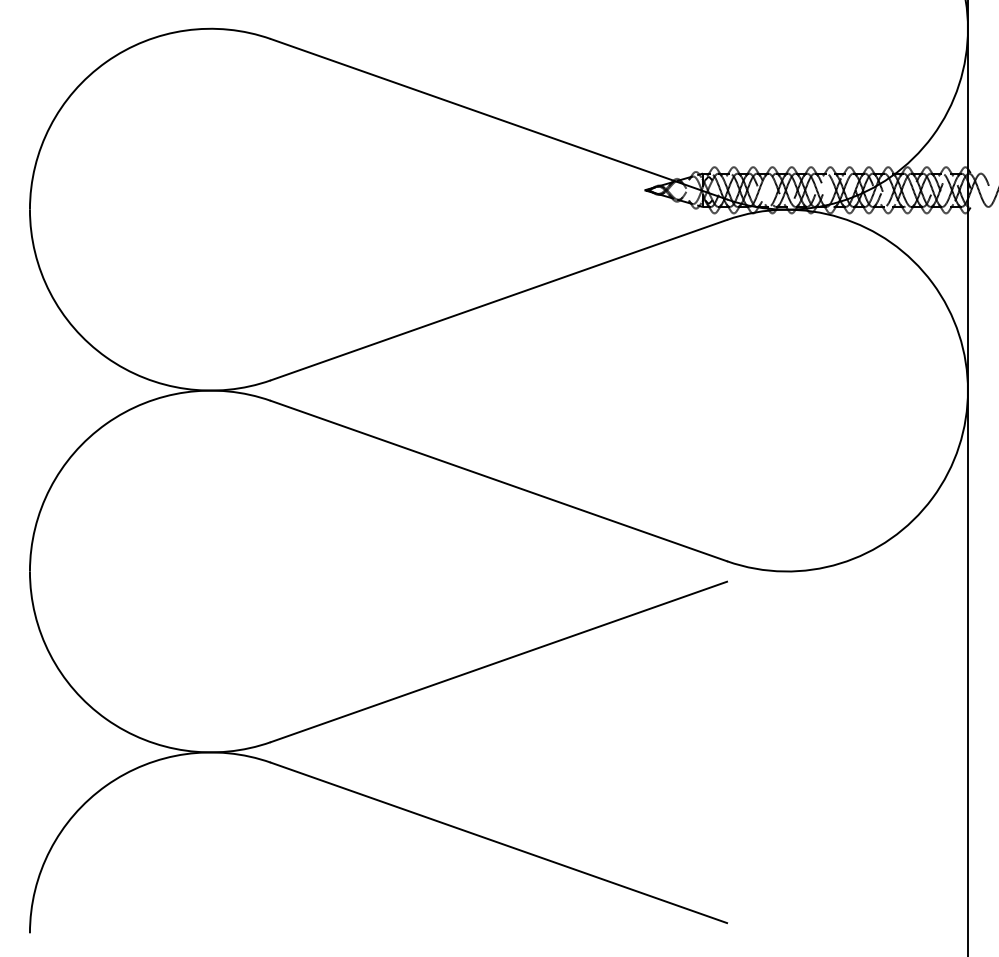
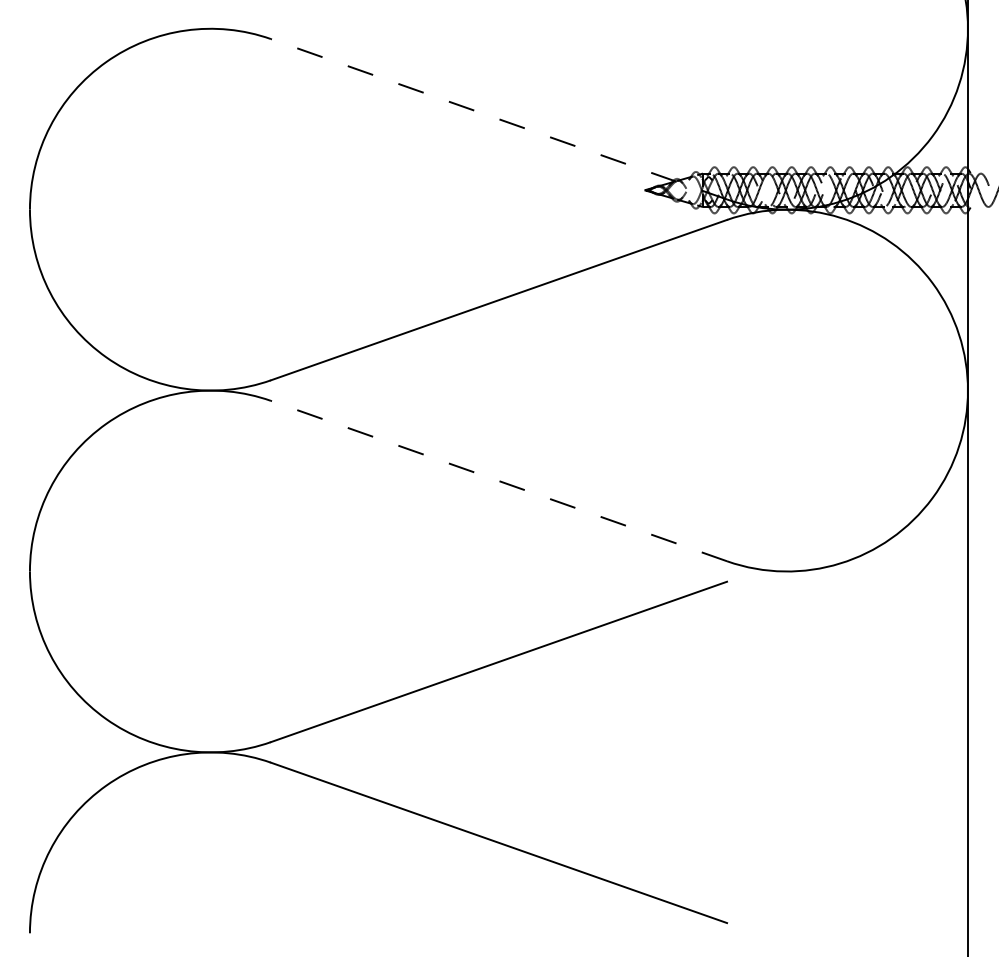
line at (498, 119): solid -> dashed
line at (498, 481): solid -> dashed
